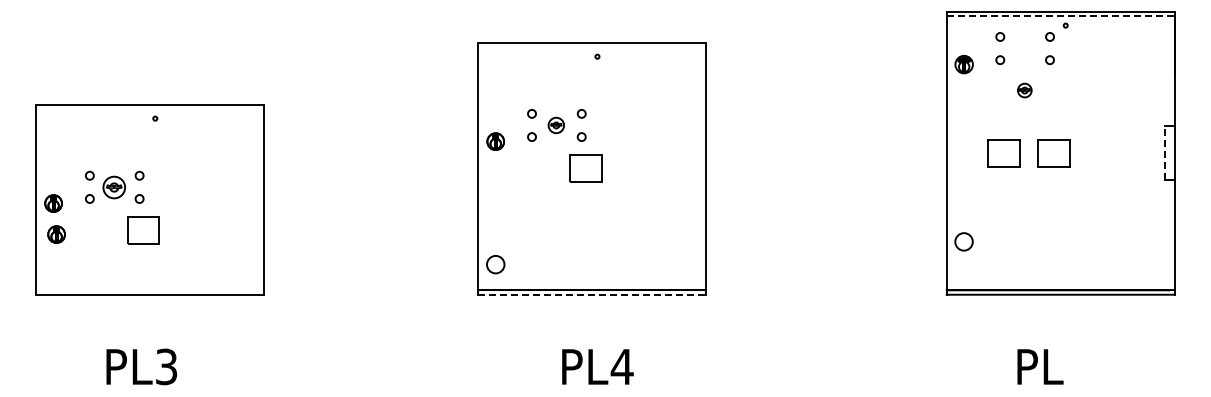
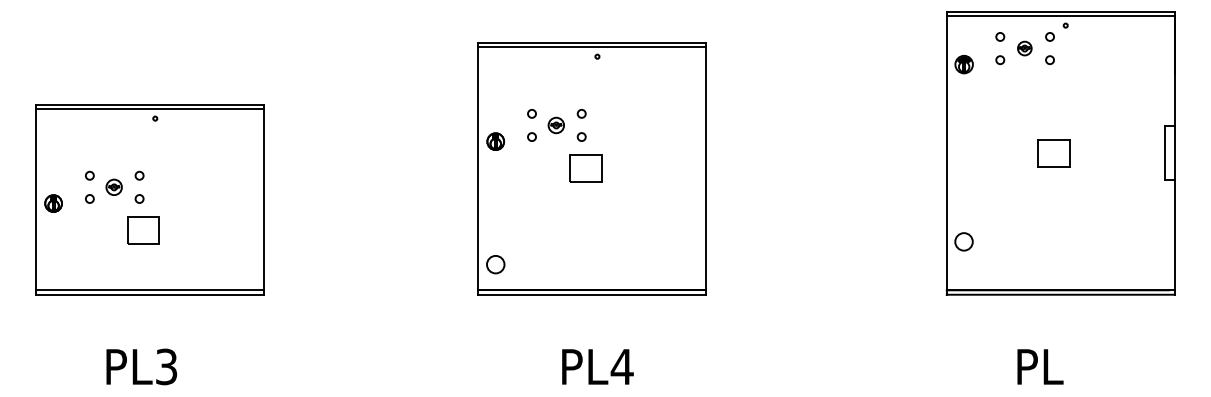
line at (1060, 16): dashed -> solid
line at (592, 47): none -> present
part at (1024, 90) position: (1024, 90) -> (1024, 48)
line at (150, 109): none -> present
part at (1003, 153): present -> none
line at (1165, 153): dashed -> solid
part at (113, 187) size: 24x25 px -> 18x18 px
part at (56, 234): present -> none
line at (150, 290): none -> present
line at (592, 294): dashed -> solid
